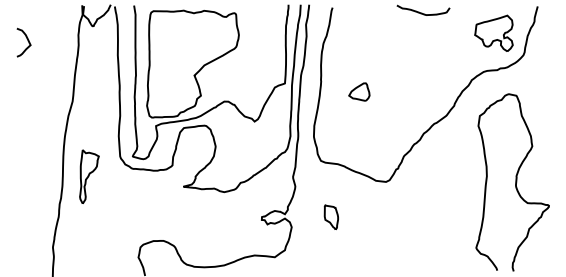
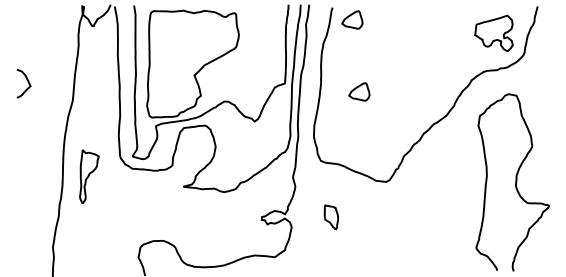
curve at (422, 12): present -> none
part at (352, 19): none -> present
curve at (27, 41) position: (27, 41) -> (27, 82)
